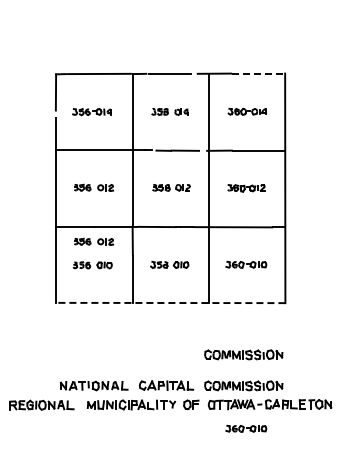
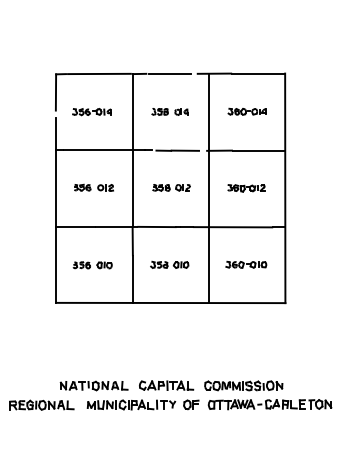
line at (258, 73): dashed -> solid
part at (93, 241): present -> none
line at (170, 303): dashed -> solid
part at (243, 354): present -> none
part at (246, 428): present -> none
